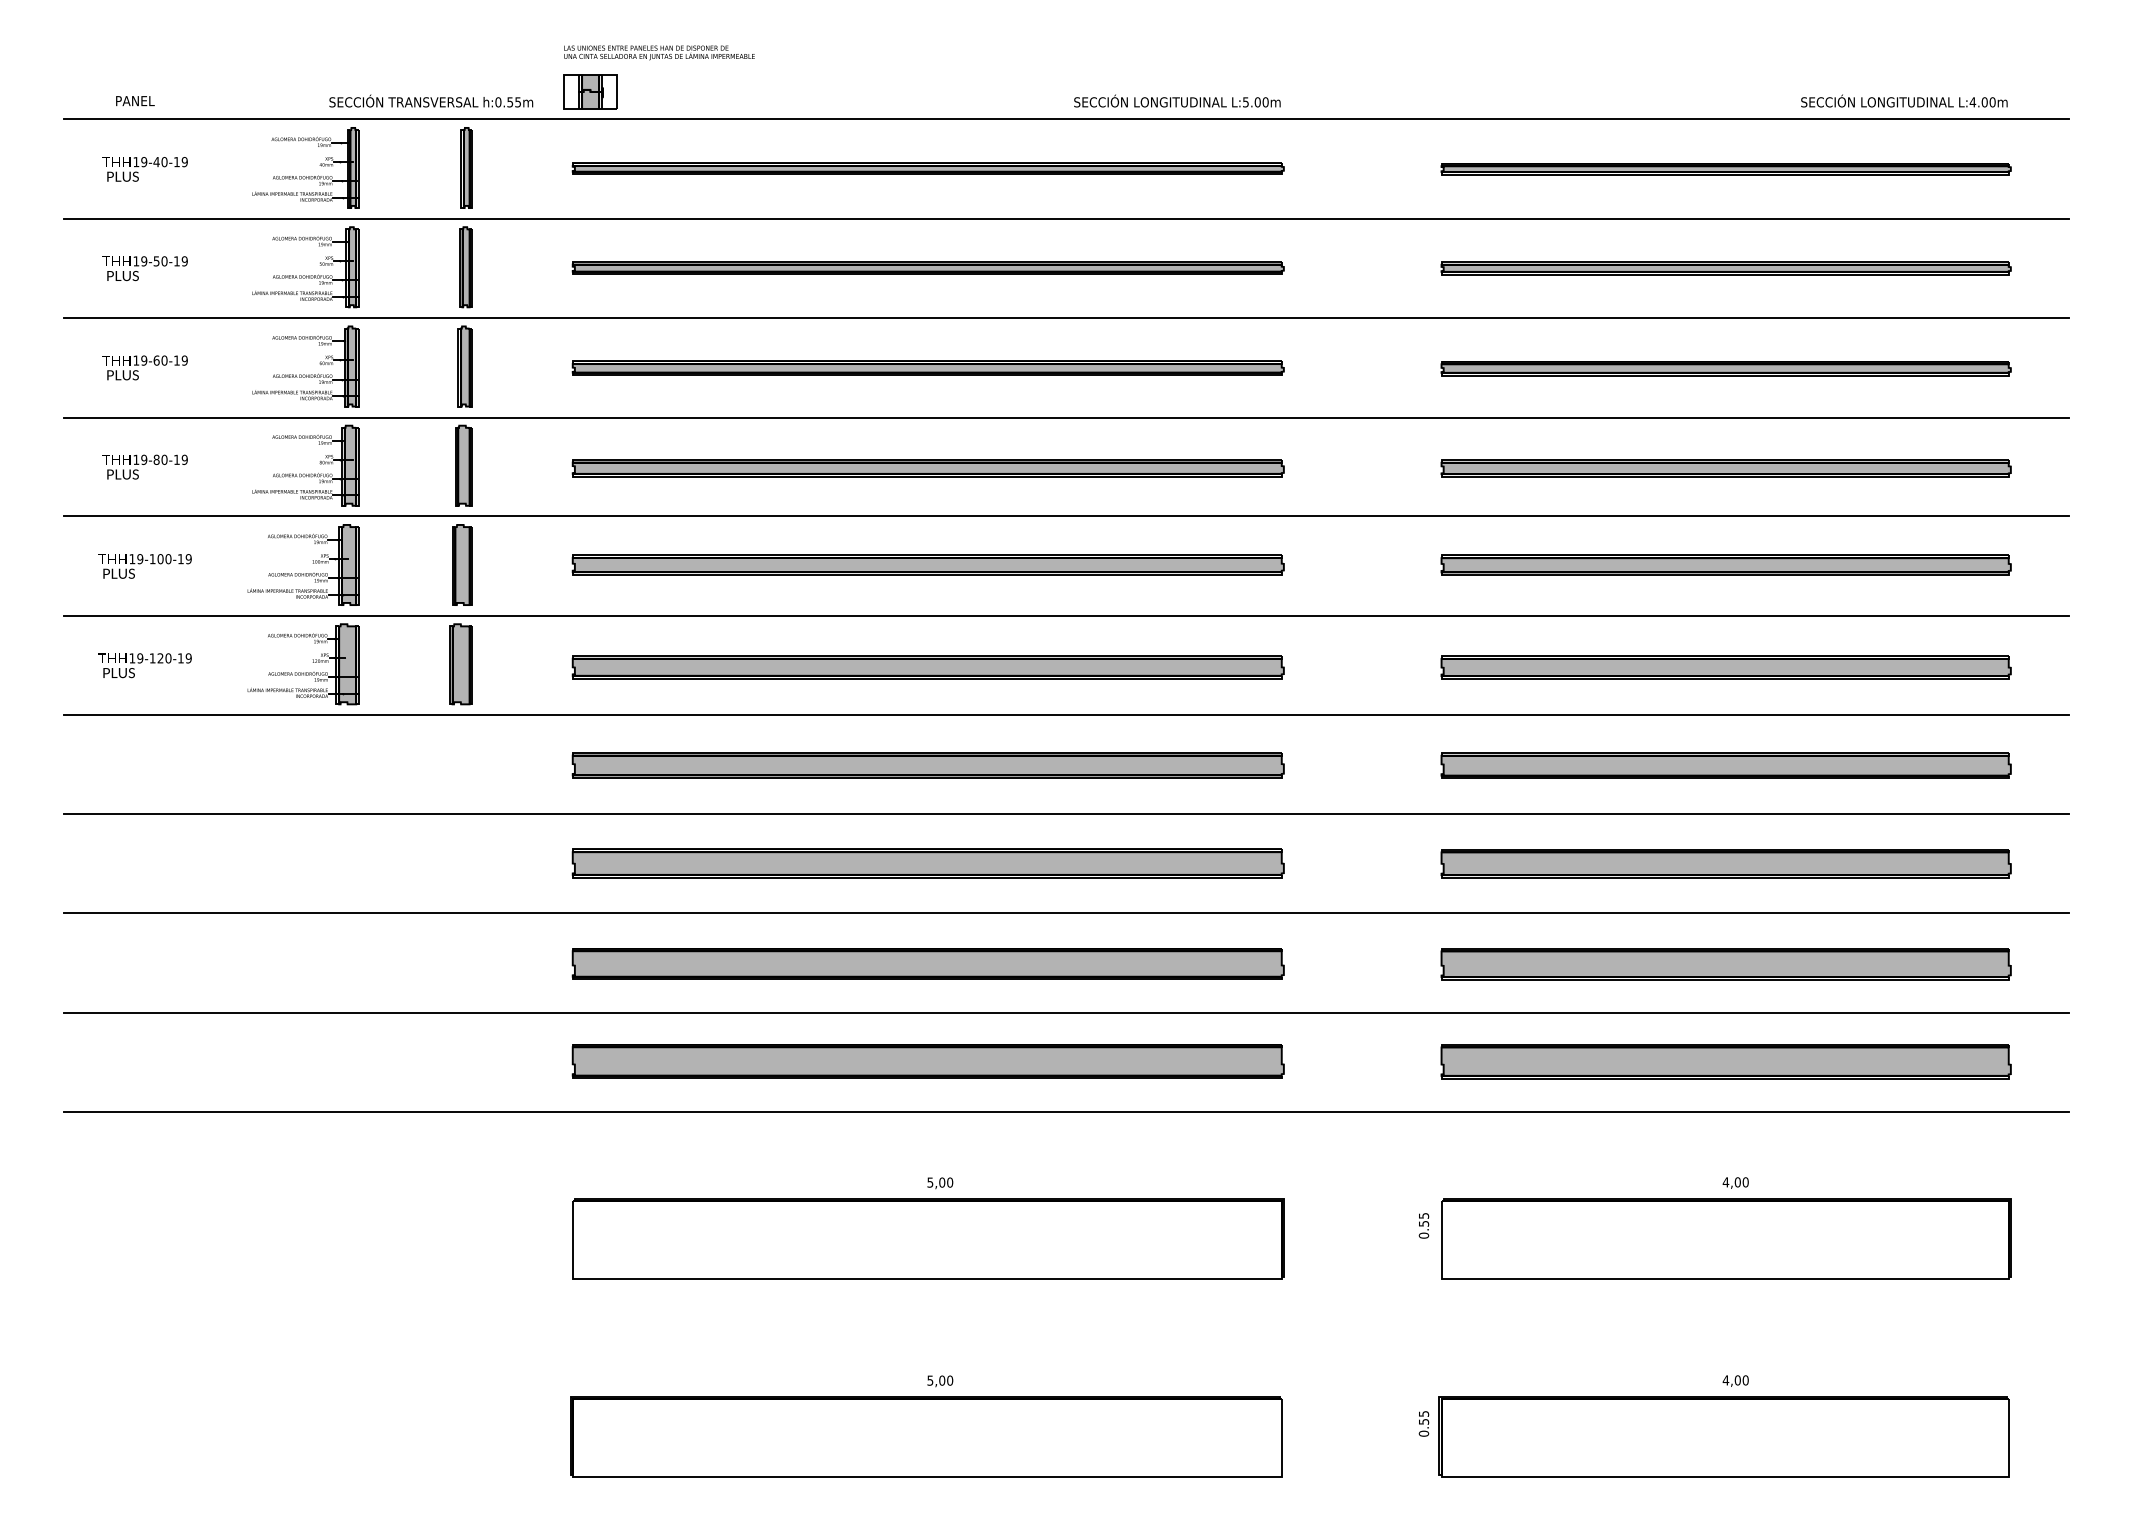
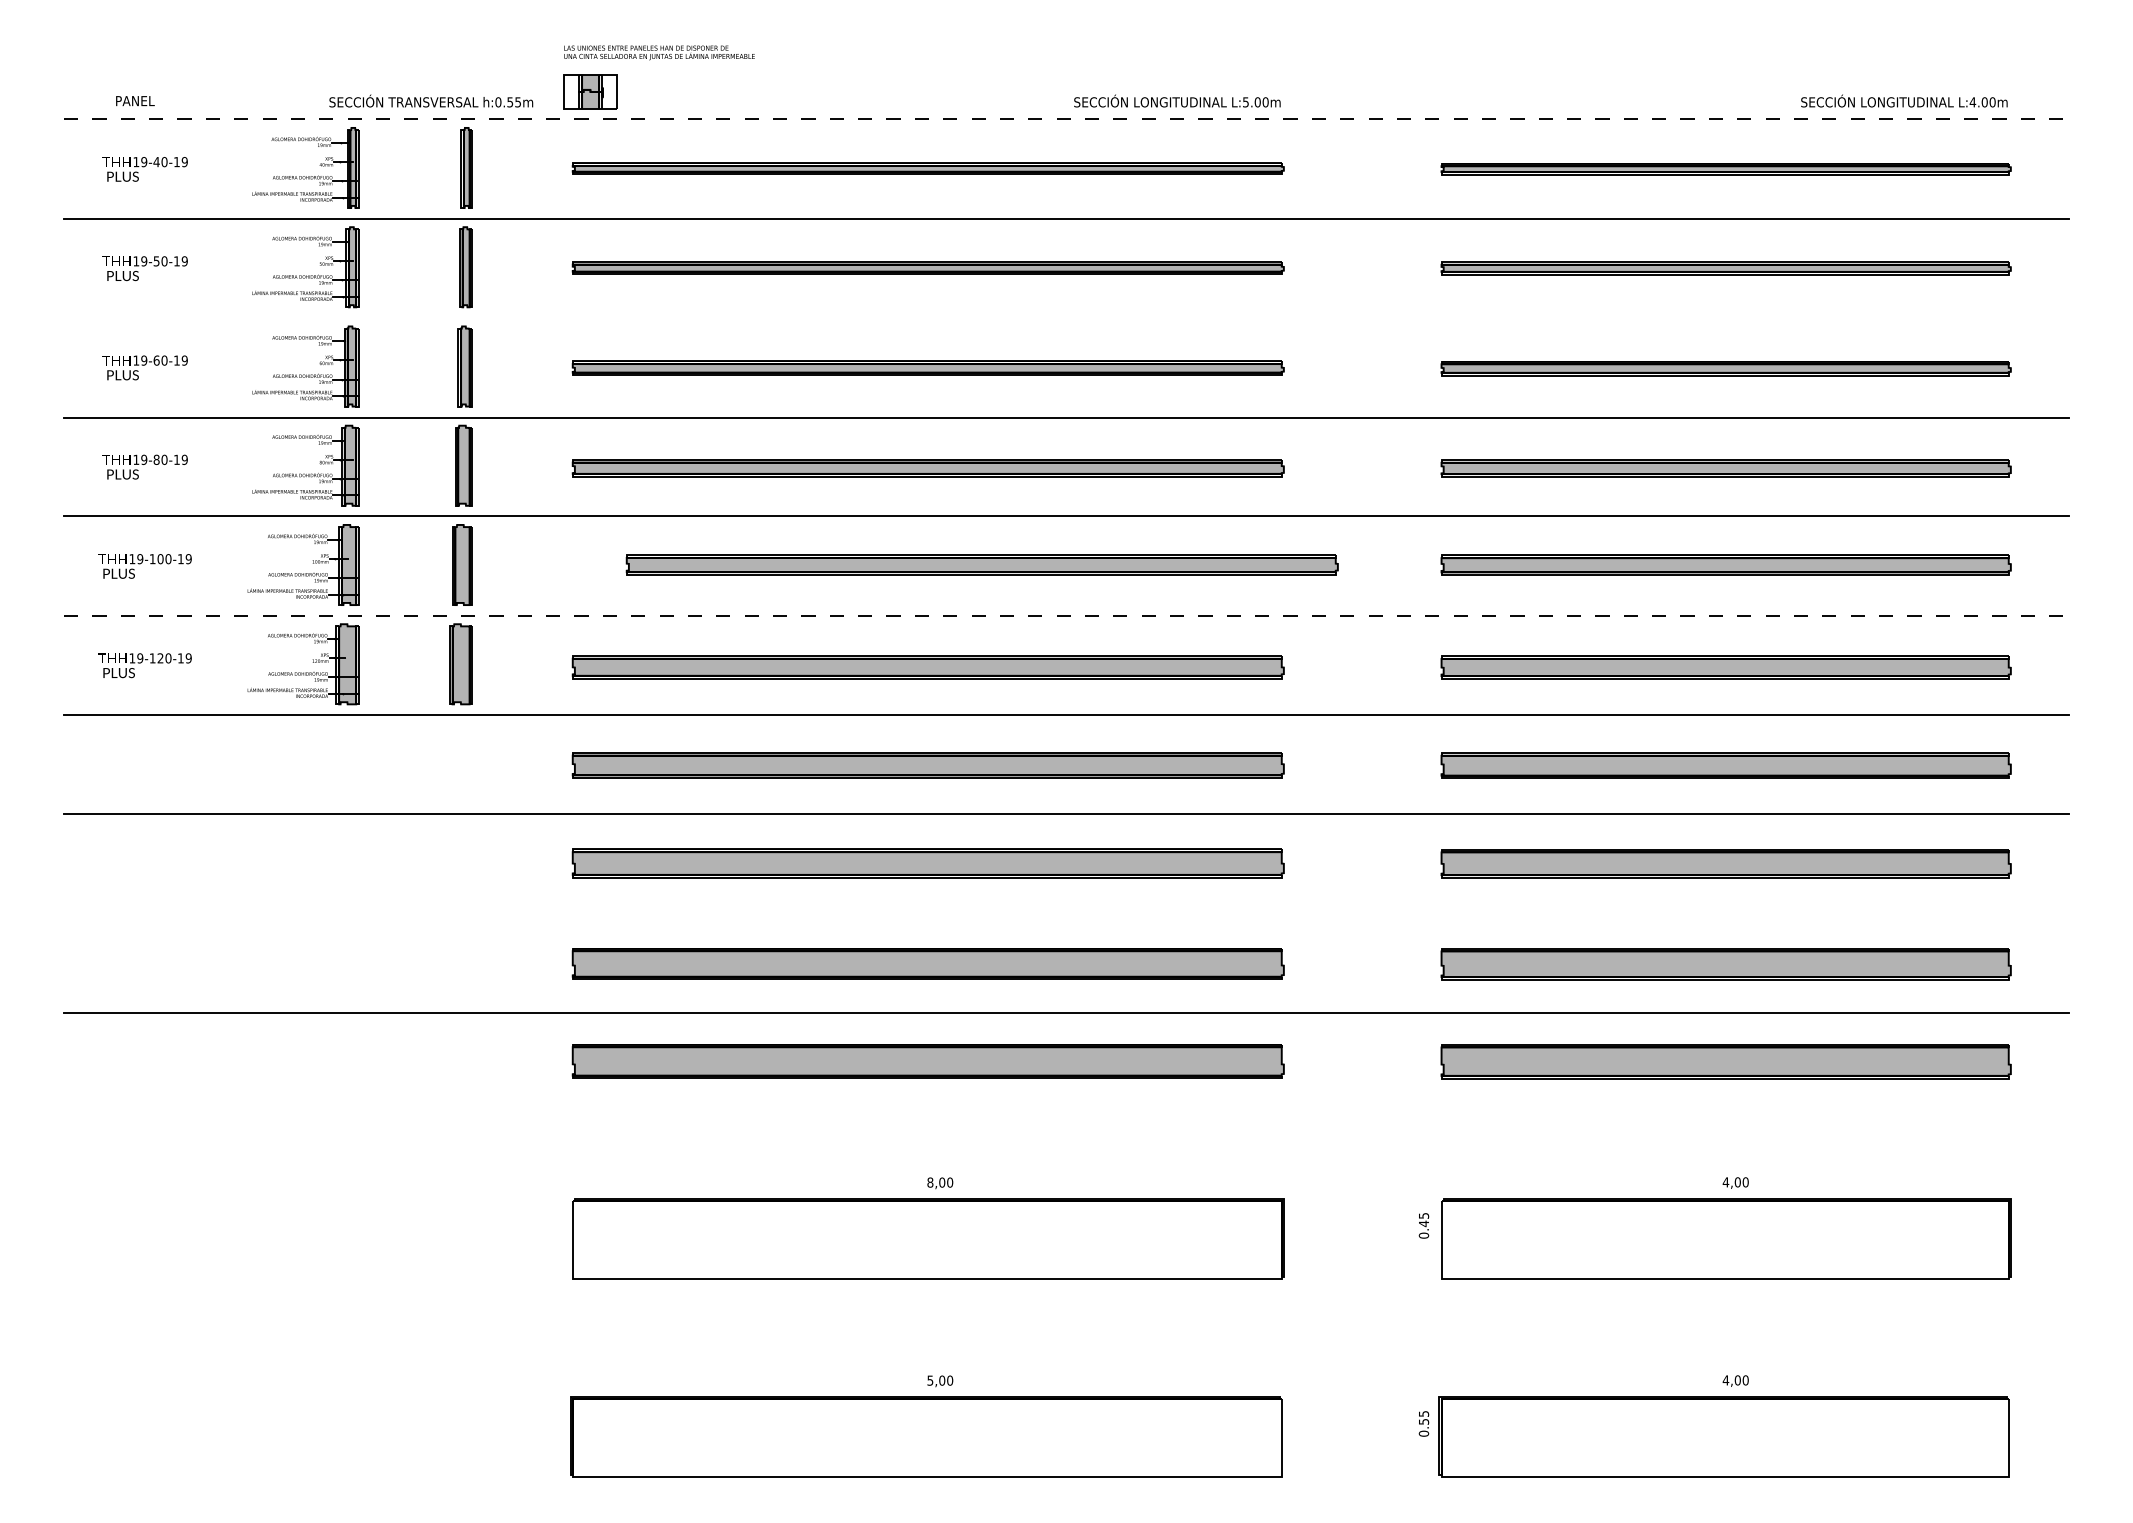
line at (1066, 119): solid -> dashed
line at (1066, 317): present -> none
part at (927, 564) position: (927, 564) -> (981, 564)
line at (1066, 615): solid -> dashed
line at (1066, 913): present -> none
line at (1066, 1112): present -> none
text at (930, 1182): 5,00 -> 8,00
text at (1424, 1223): 0.55 -> 0.45
